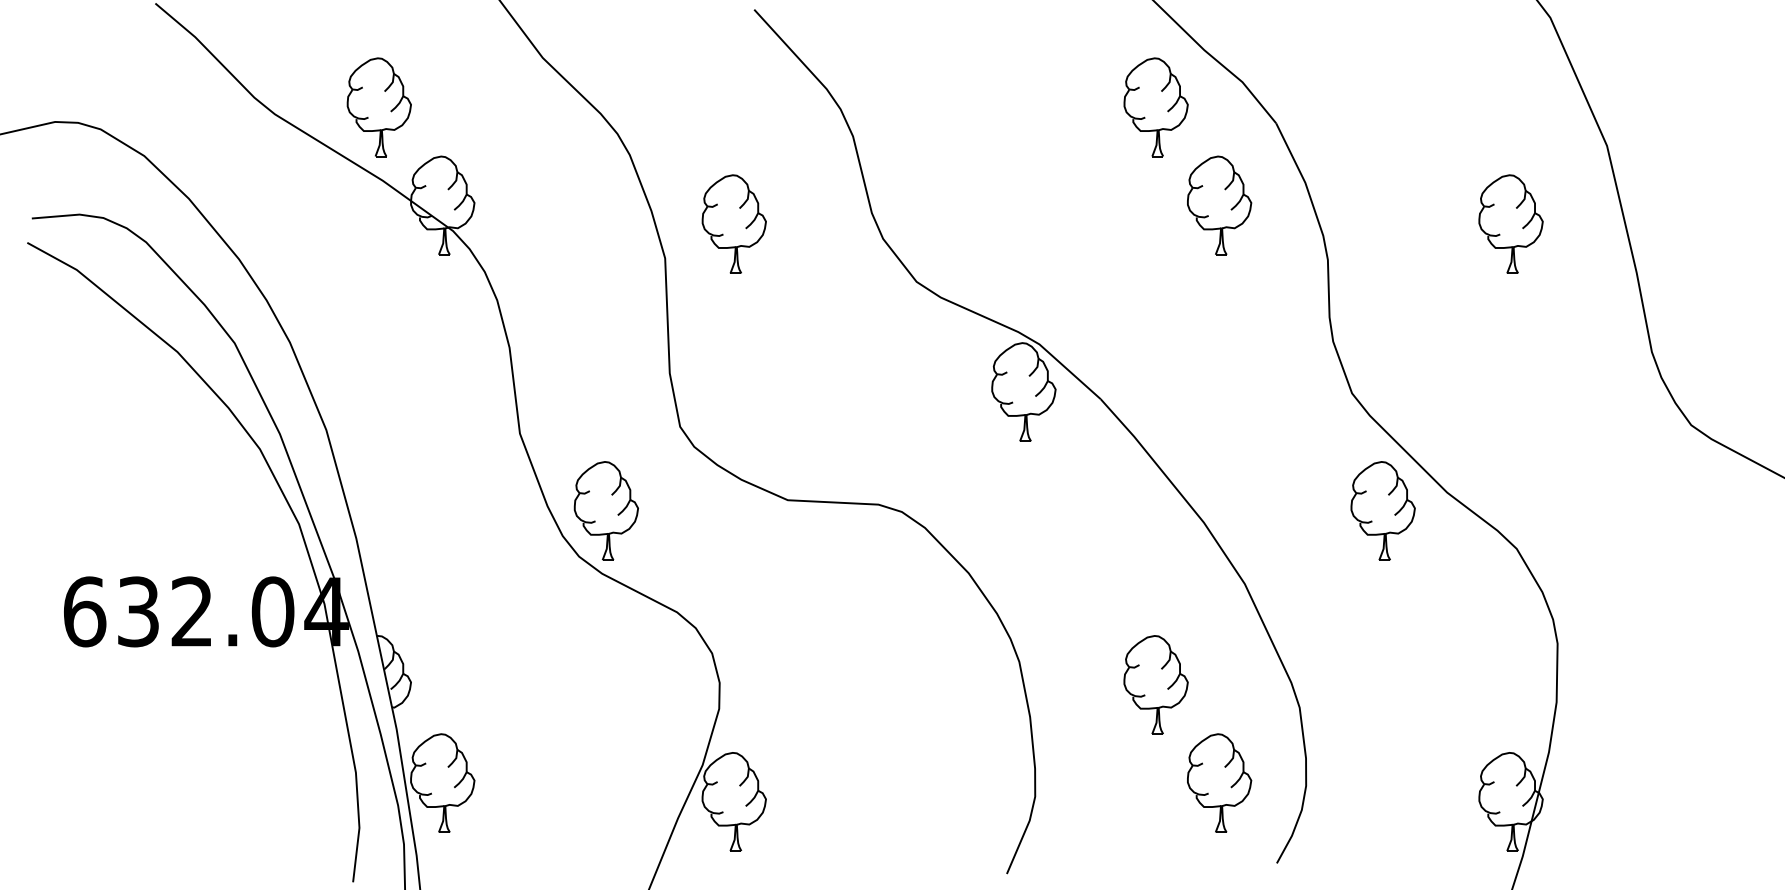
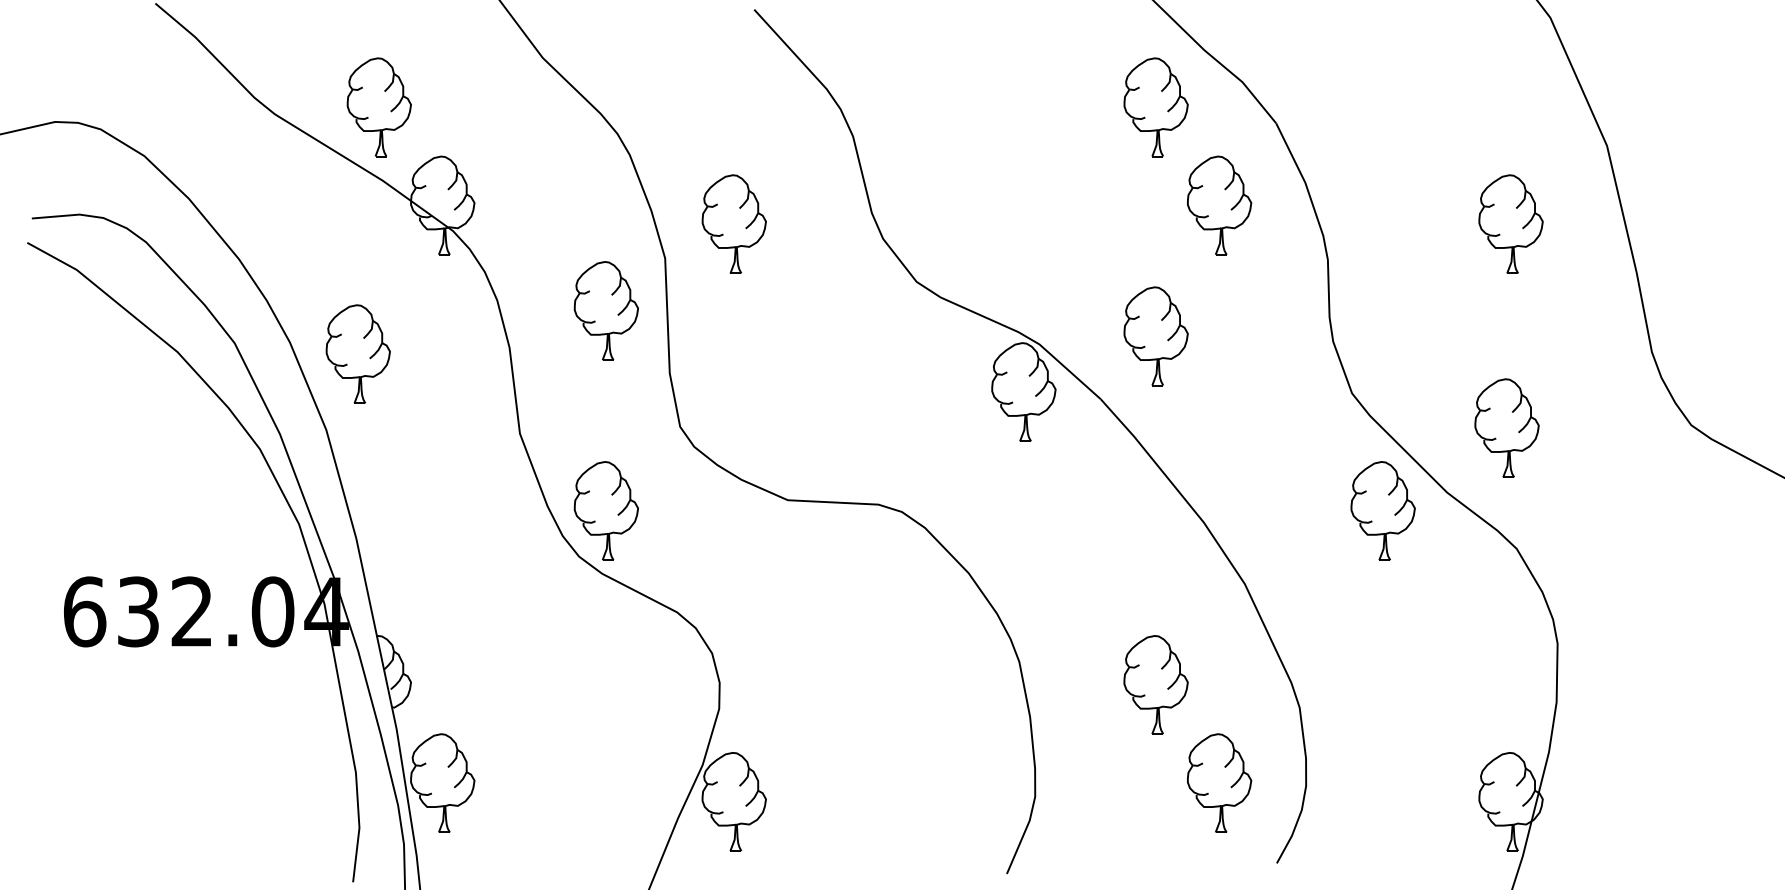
part at (605, 310): none -> present
part at (1155, 336): none -> present
part at (357, 353): none -> present
part at (1506, 427): none -> present
